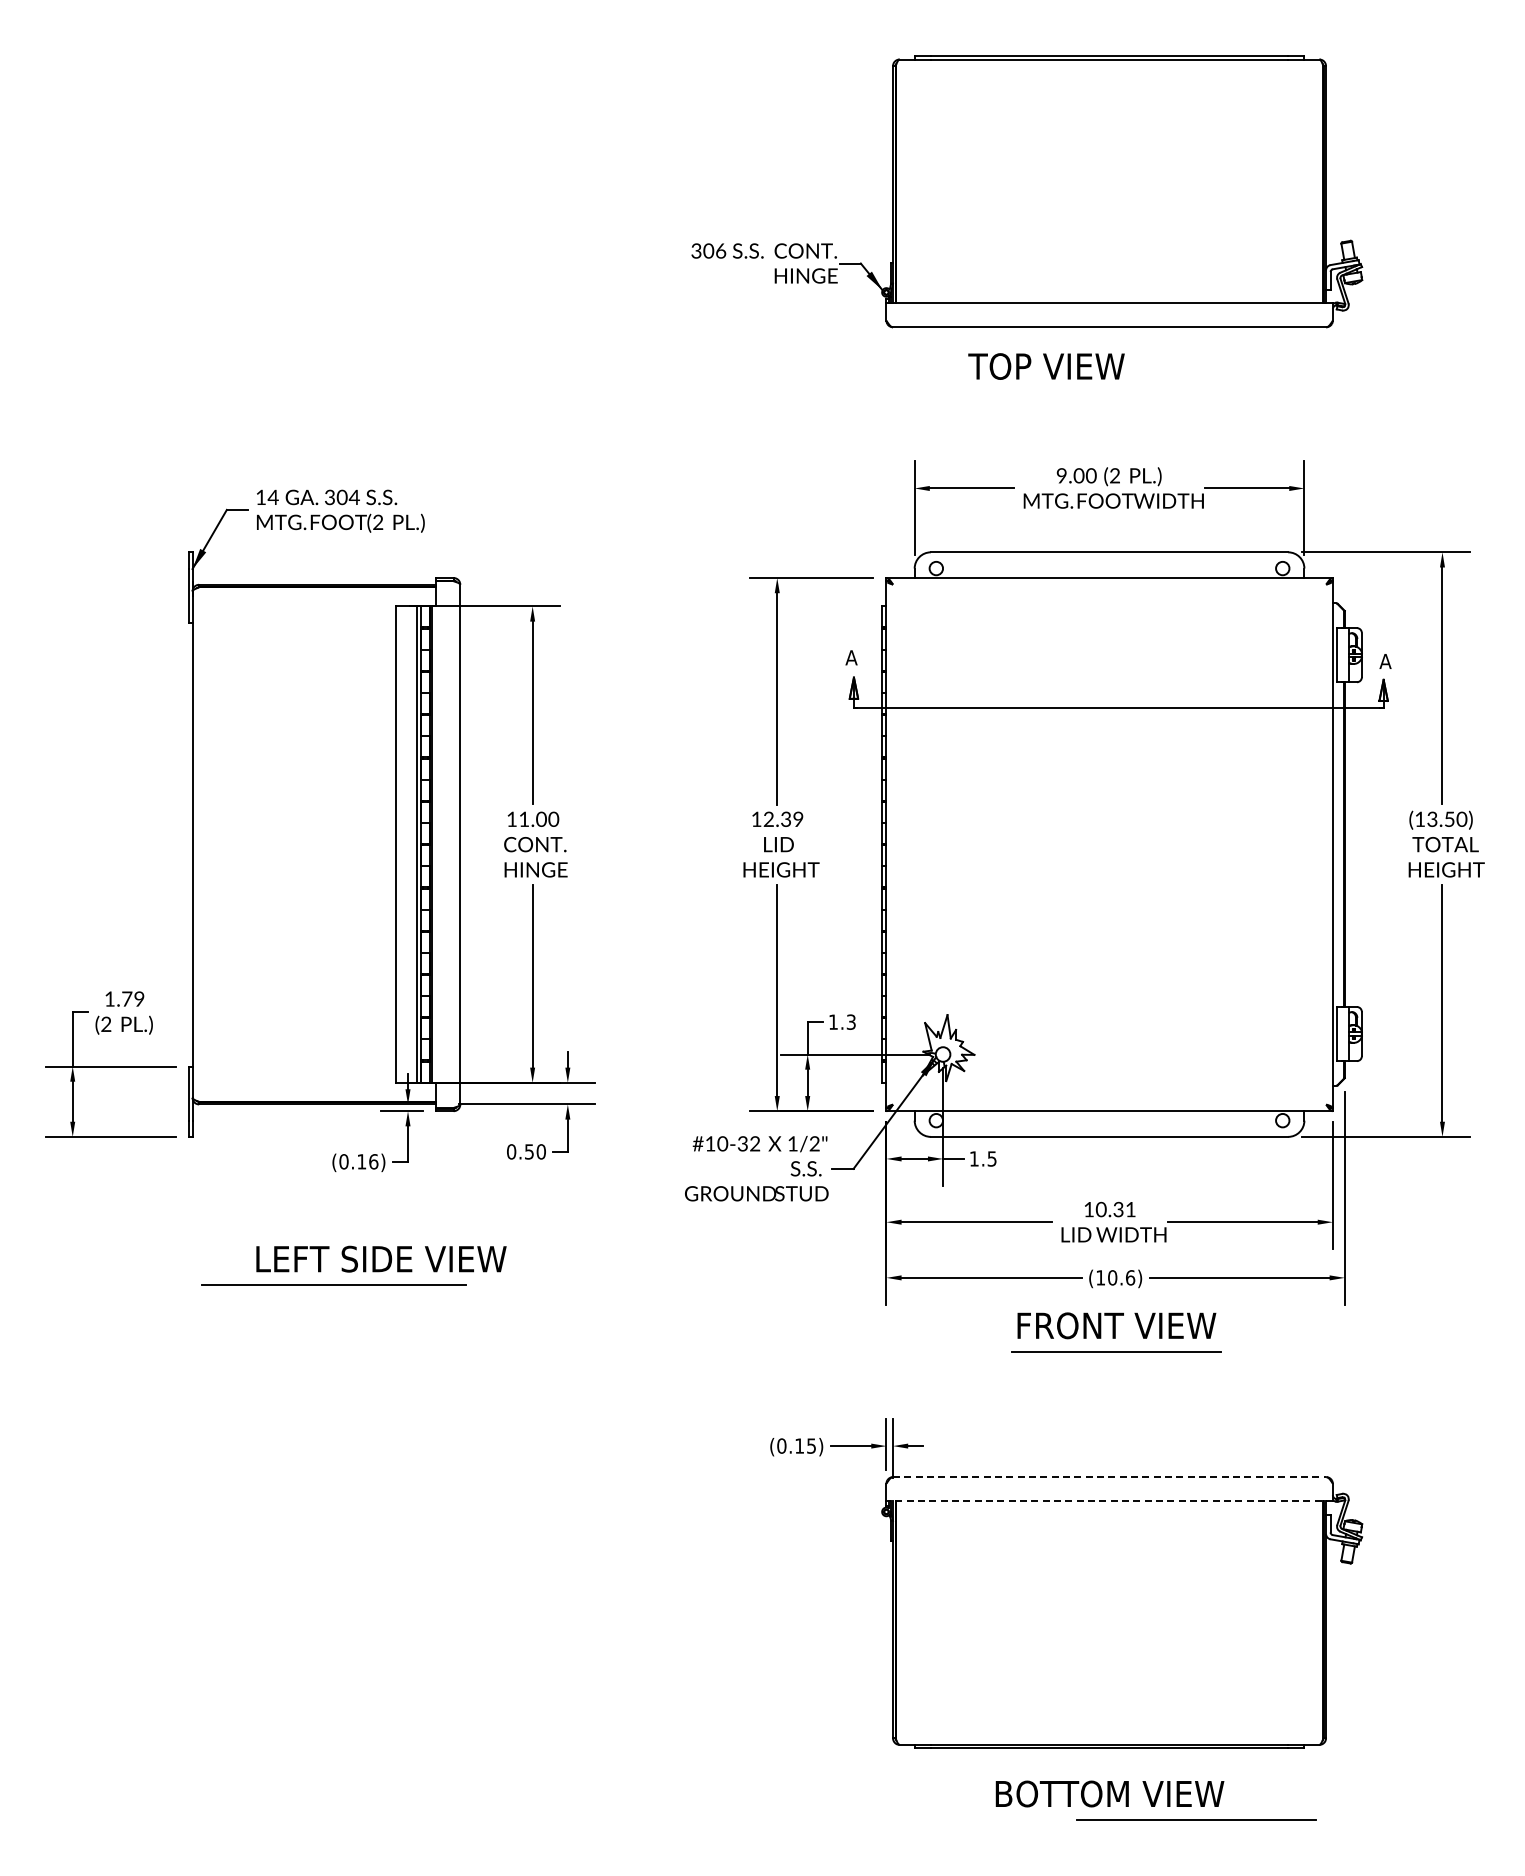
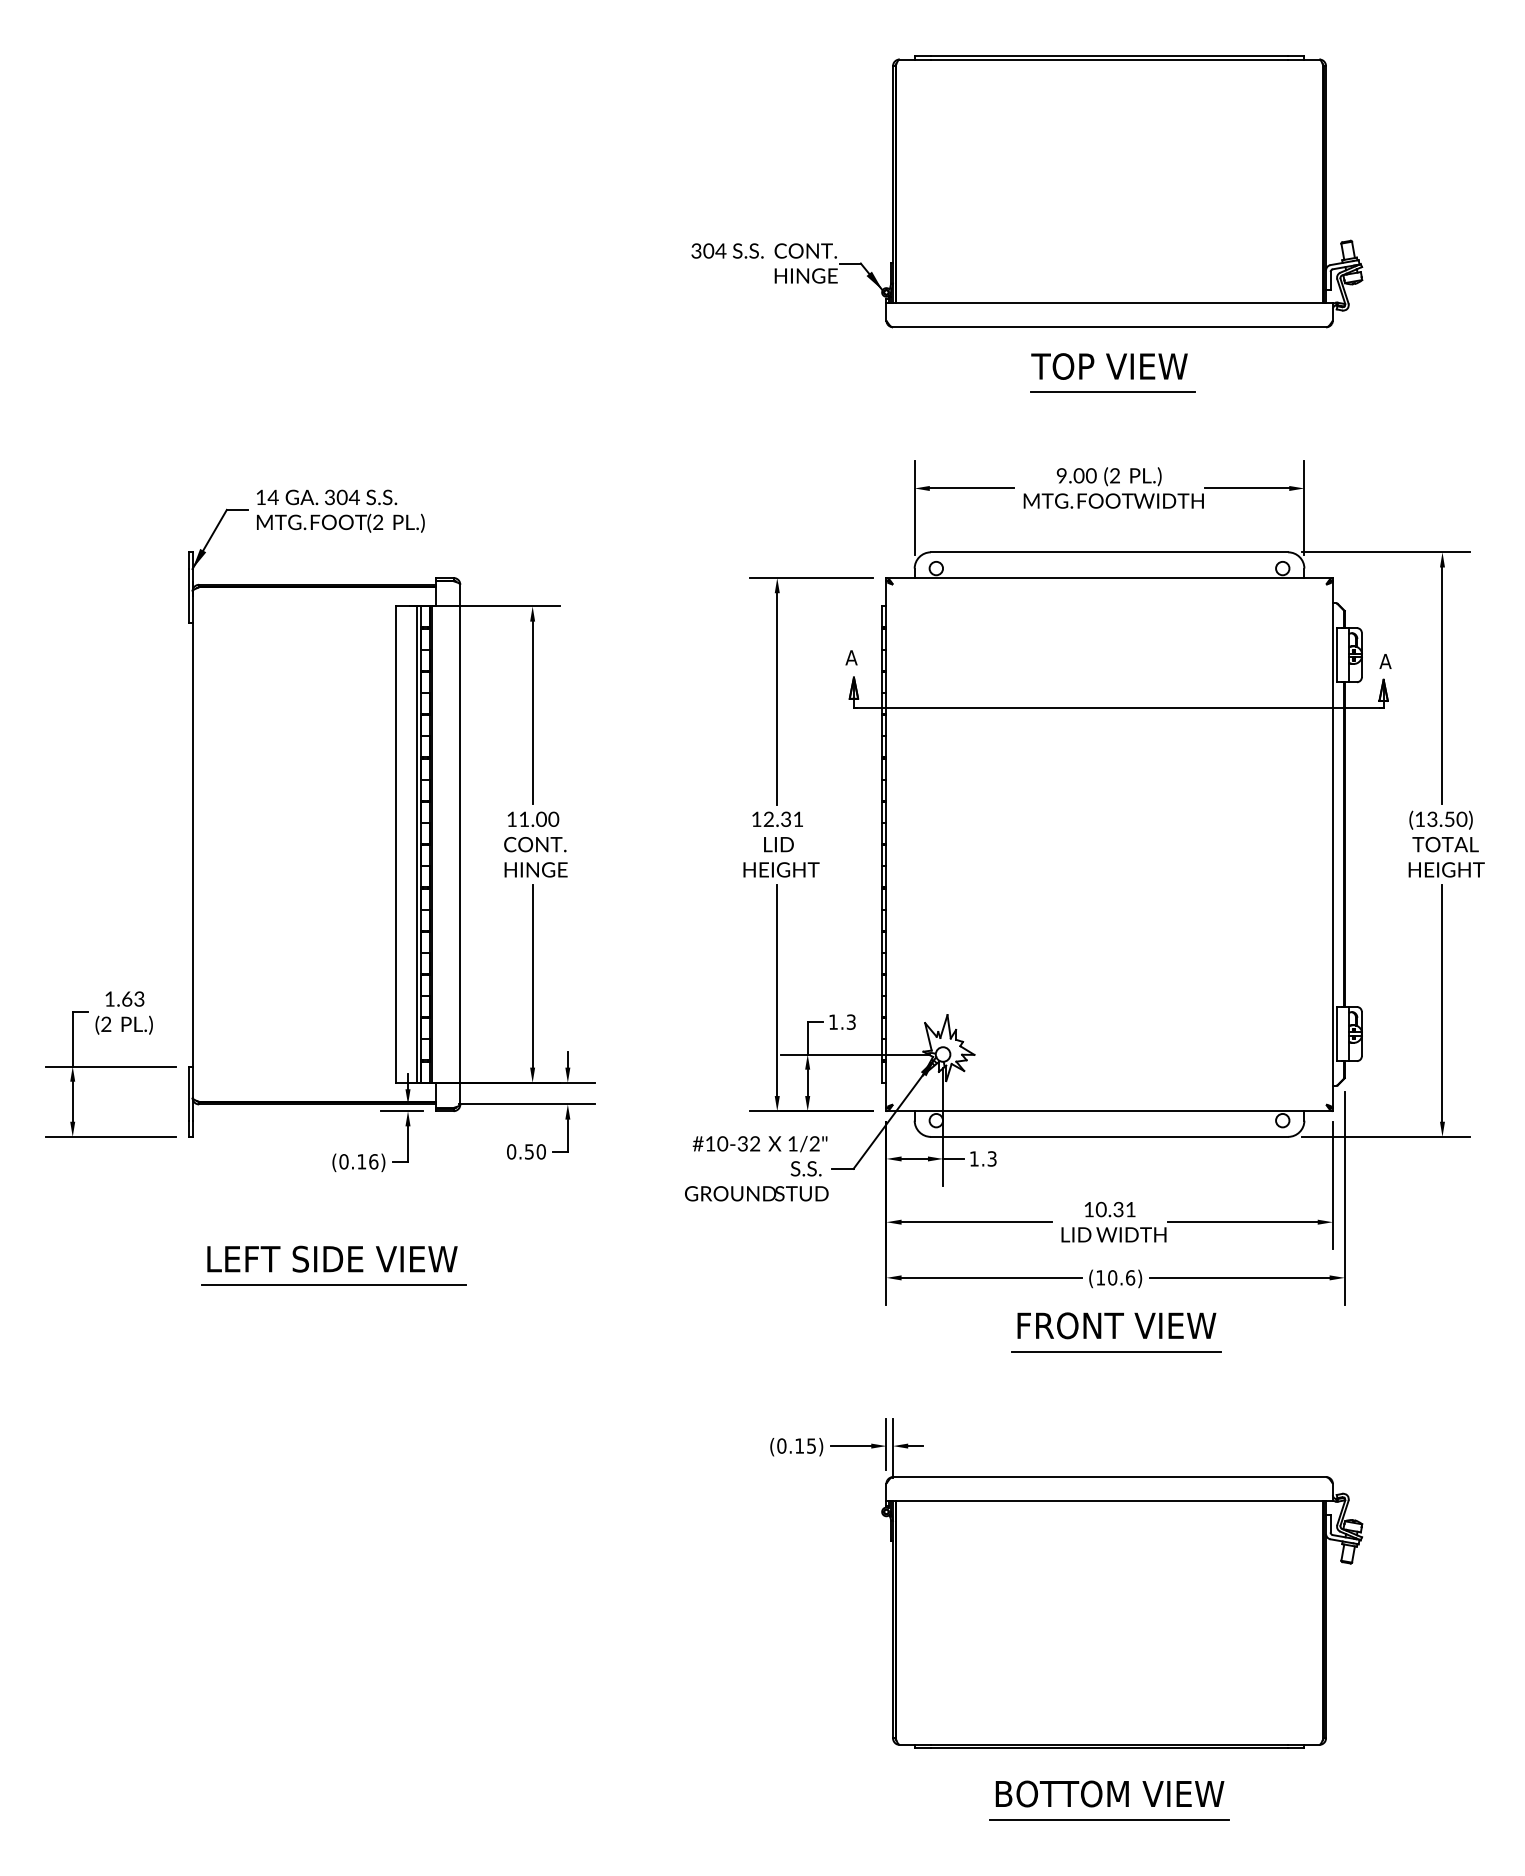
text at (720, 250): 306 -> 304
text at (1046, 366) position: (1046, 366) -> (1109, 366)
line at (1113, 392): none -> present
text at (798, 818): 12.39 -> 12.31
text at (133, 998): 1.79 -> 1.63
text at (992, 1158): 1.5 -> 1.3
text at (381, 1258) position: (381, 1258) -> (332, 1258)
line at (1109, 1477): dashed -> solid
line at (1109, 1501): dashed -> solid
line at (1196, 1819) position: (1196, 1819) -> (1109, 1819)
